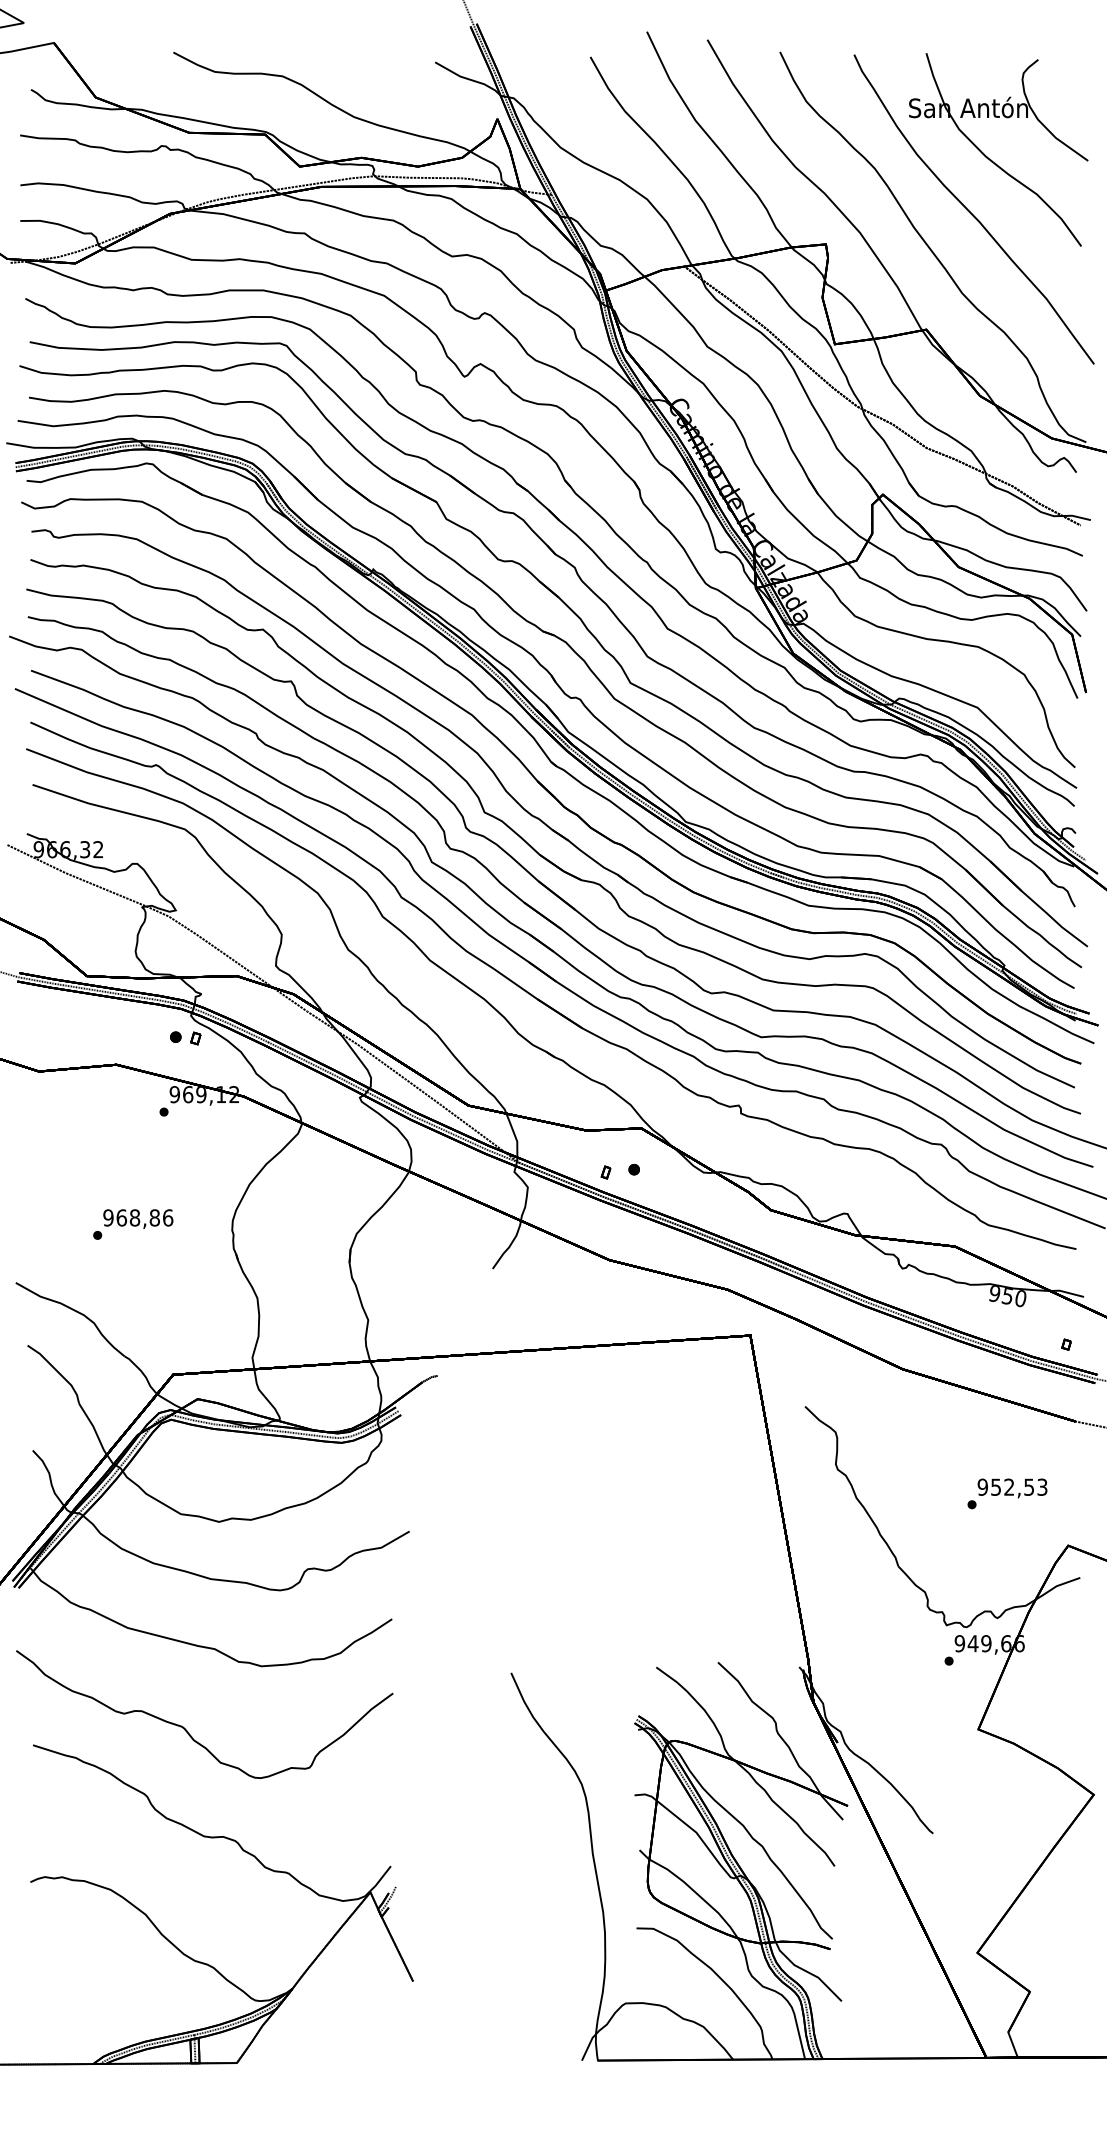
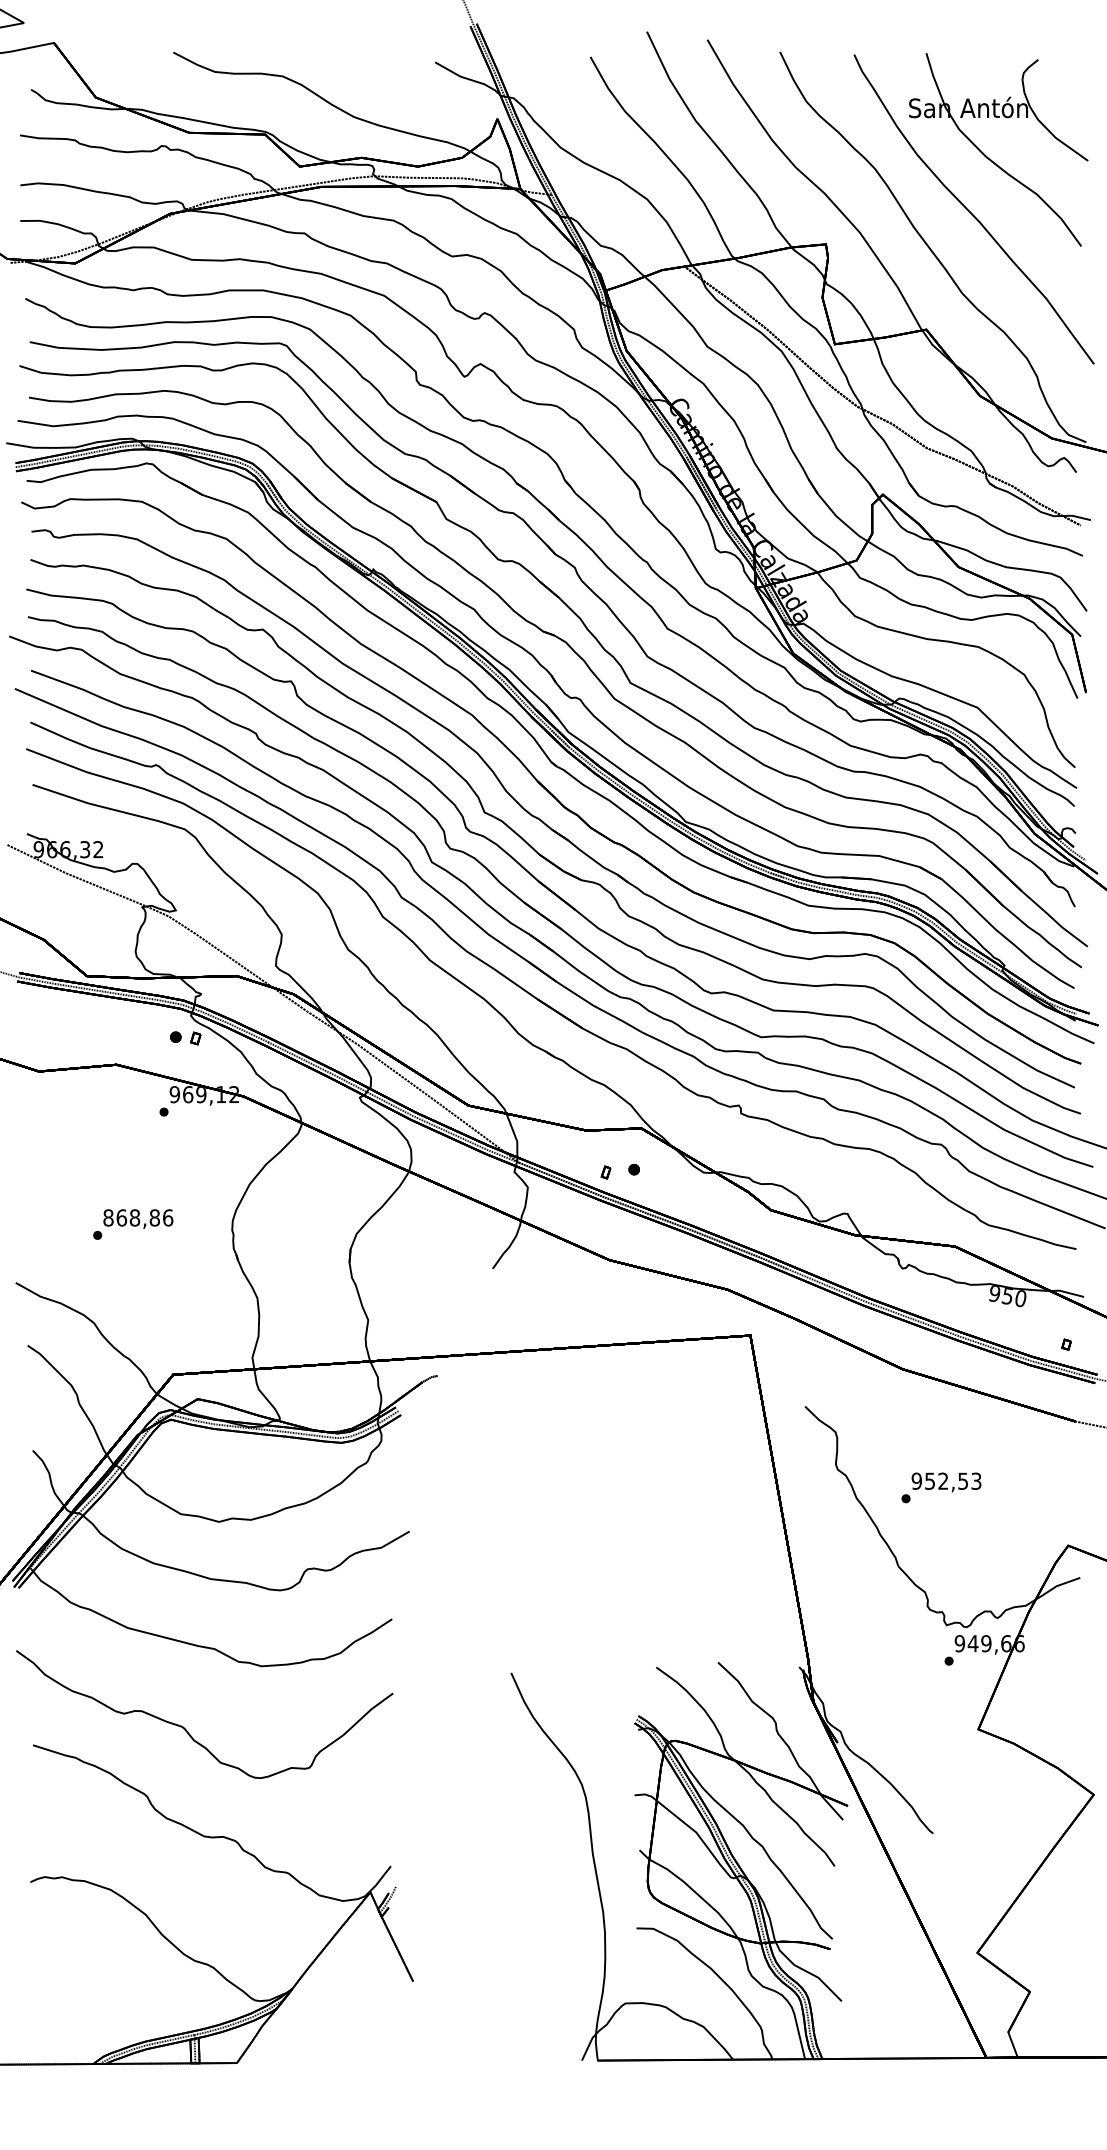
text at (108, 1217): 968,86 -> 868,86
text at (1007, 1493) position: (1007, 1493) -> (941, 1487)
